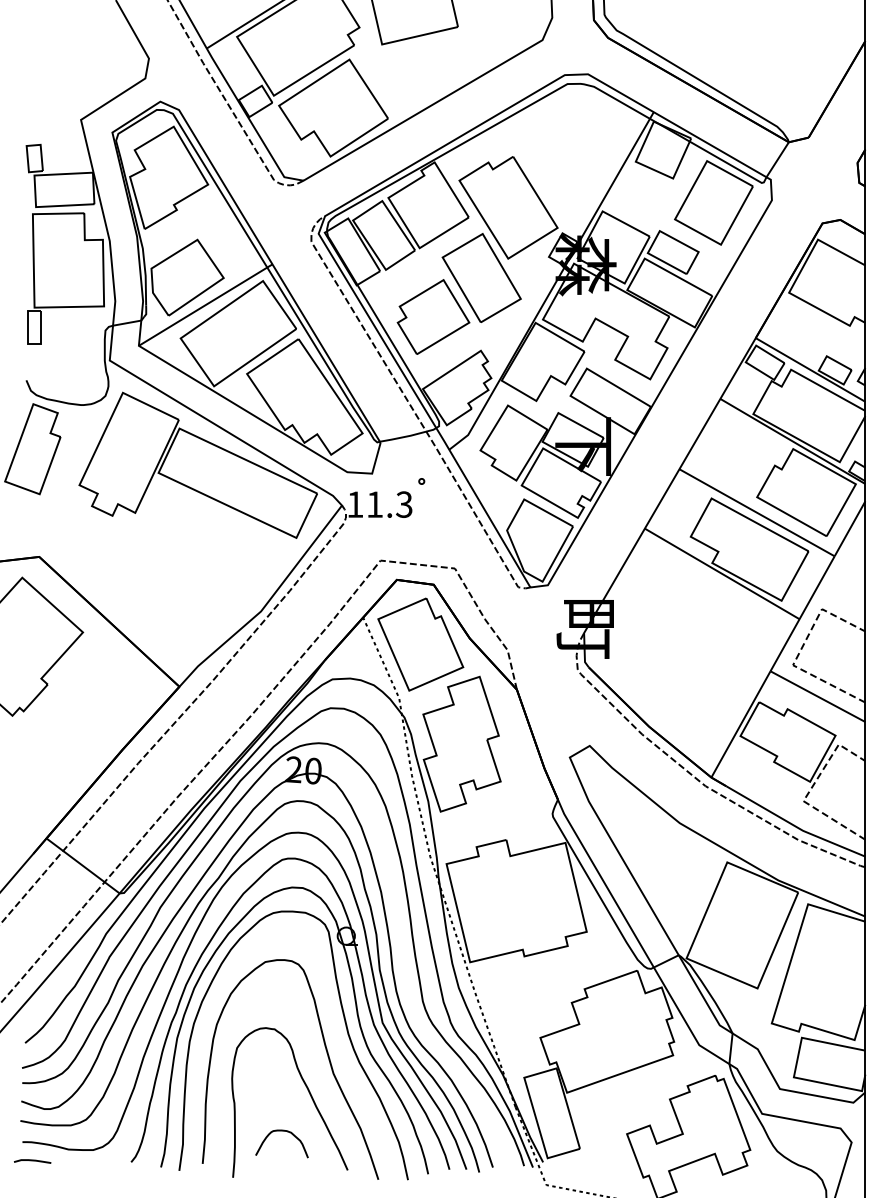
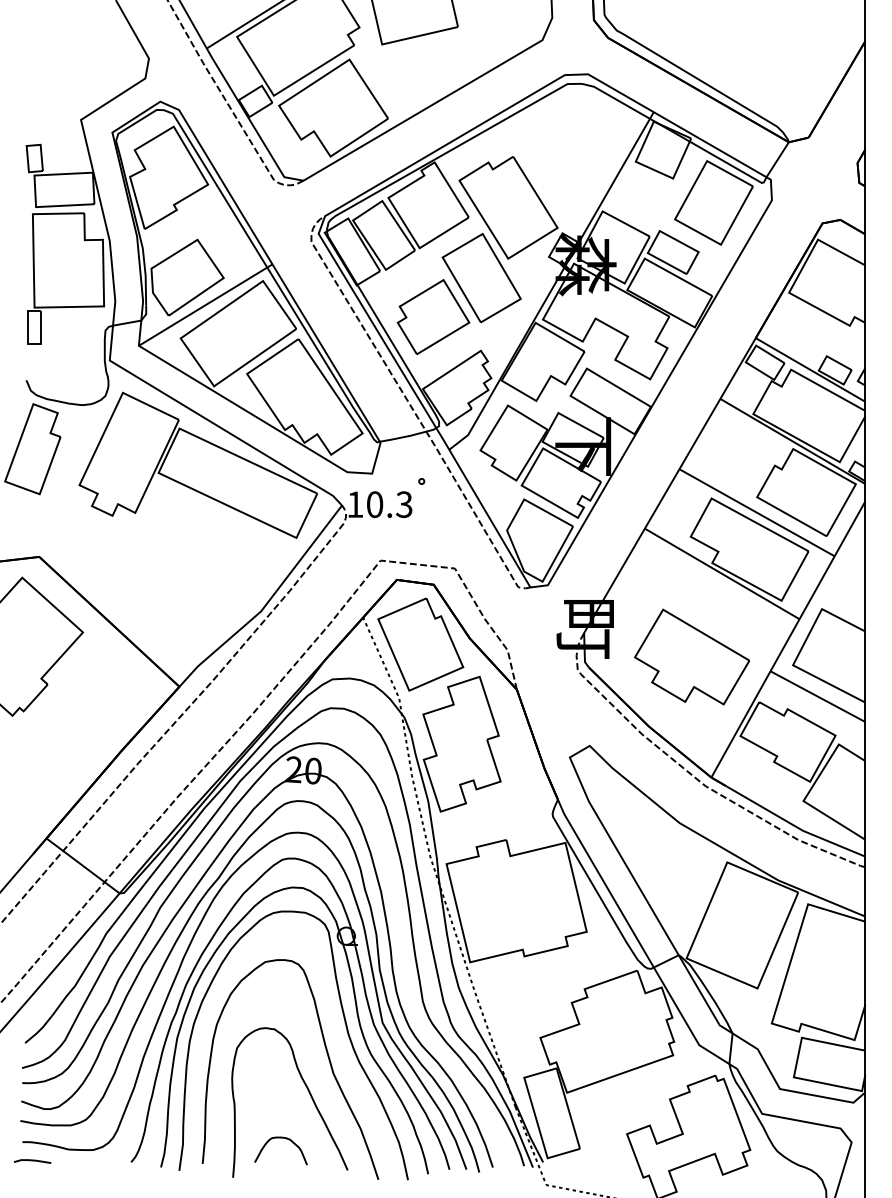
text at (375, 504): 11.3 -> 10.3
line at (800, 651): dashed -> solid
part at (692, 656): none -> present
line at (810, 790): dashed -> solid
curve at (281, 1131) position: (281, 1131) -> (280, 1138)
